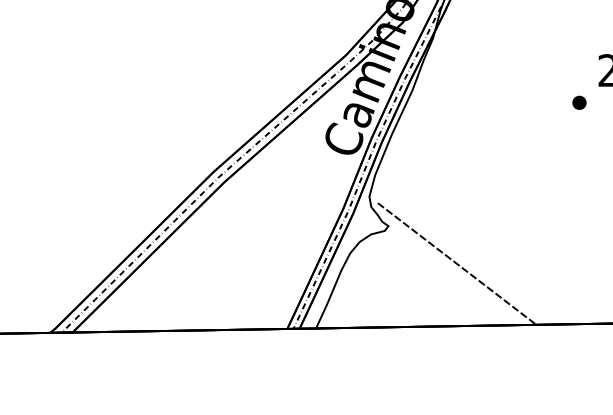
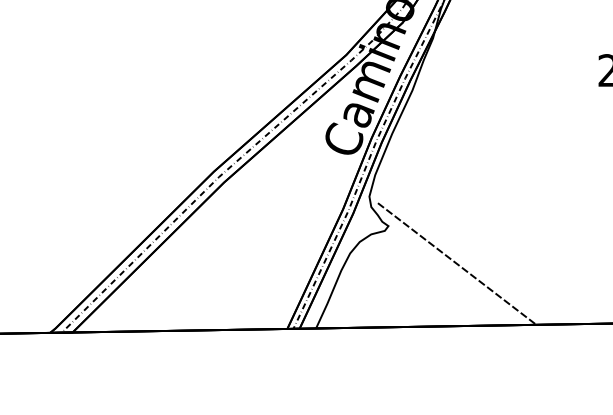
part at (579, 102): present -> none
